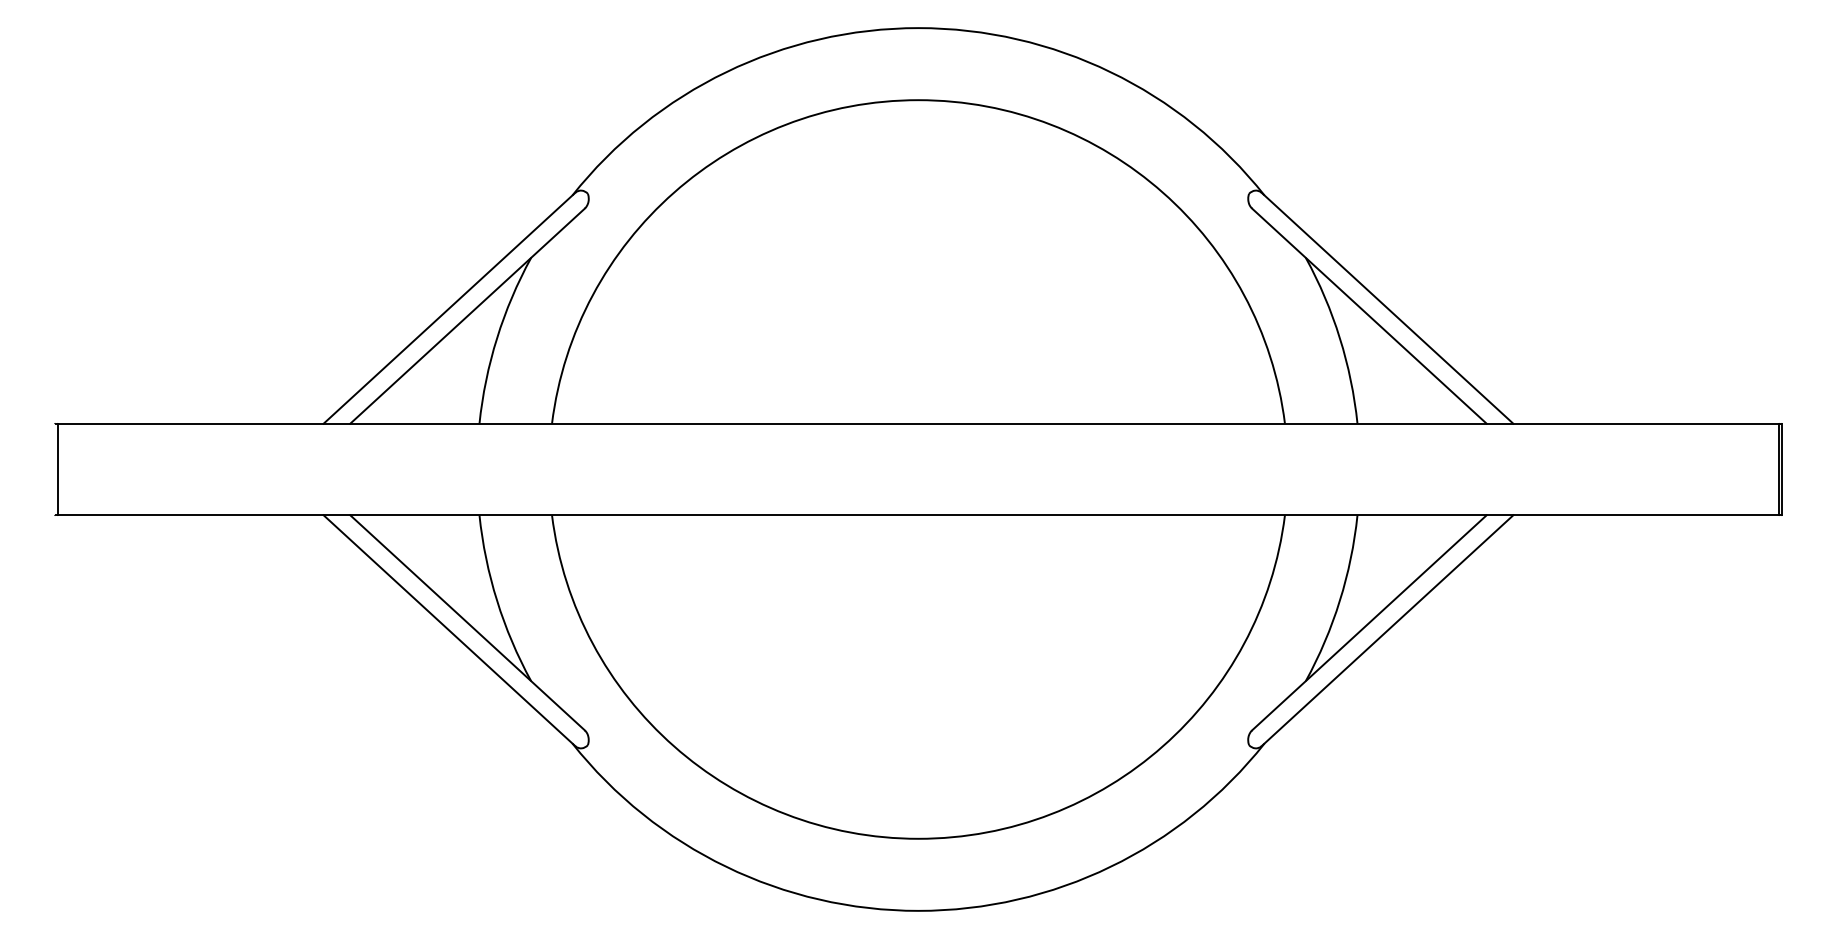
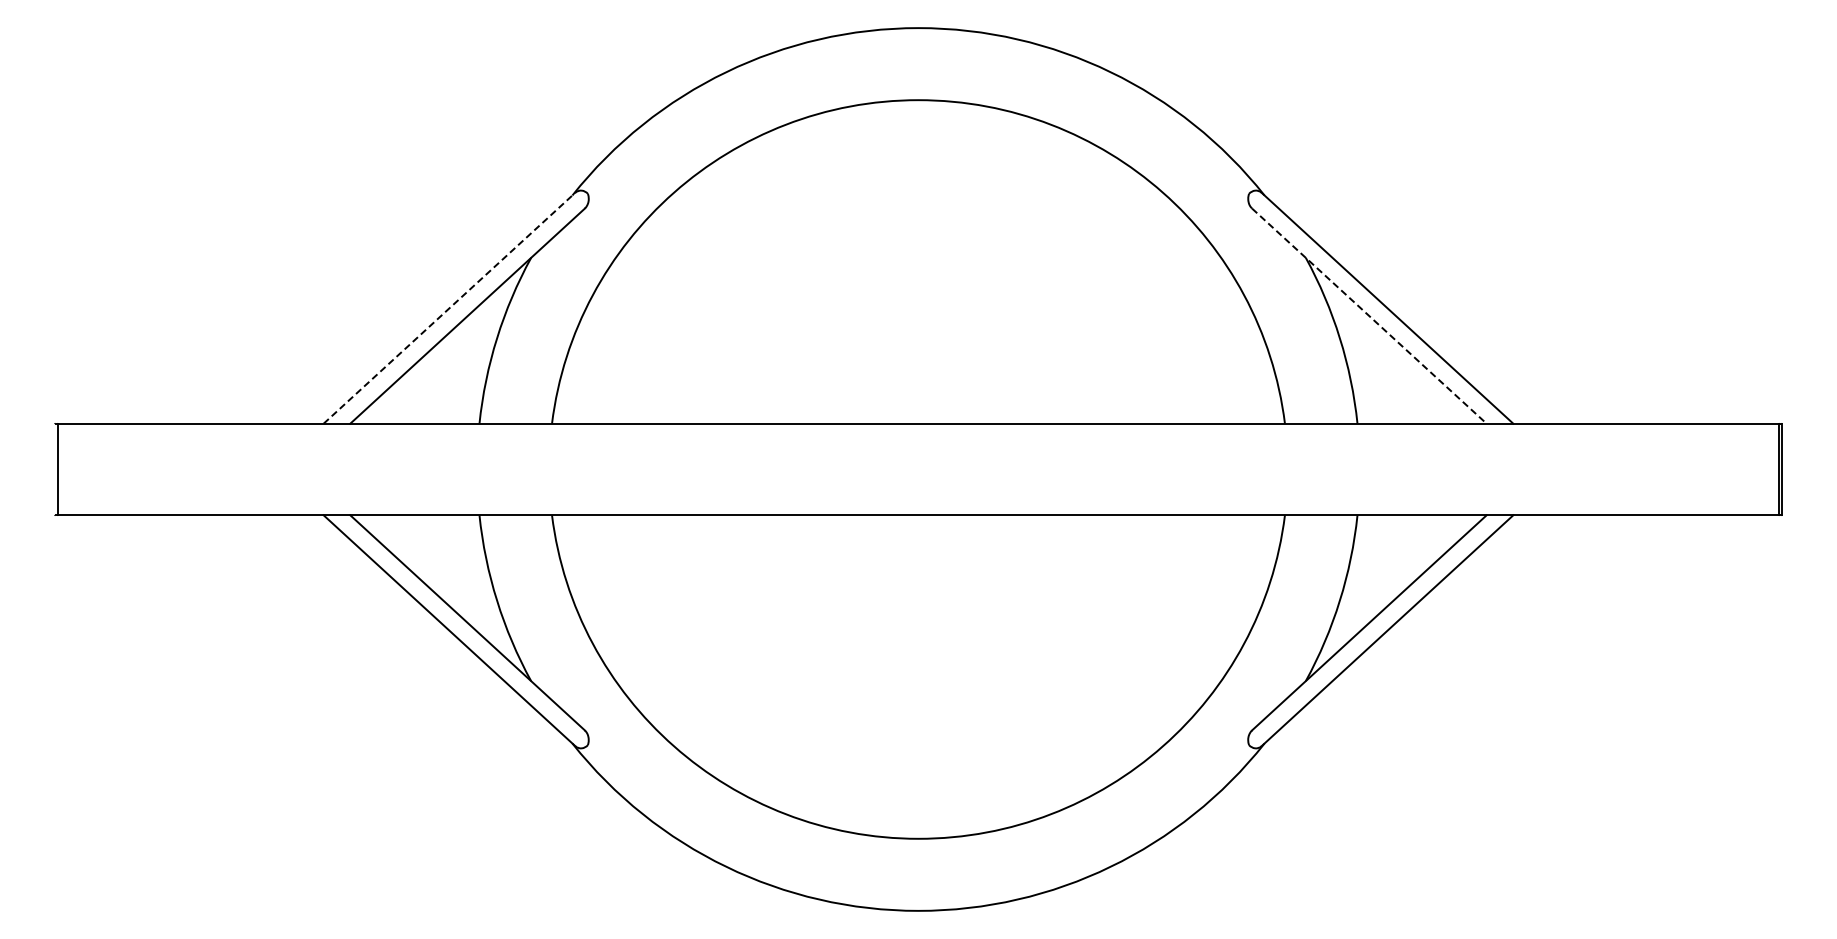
line at (449, 308): solid -> dashed
line at (1369, 316): solid -> dashed
